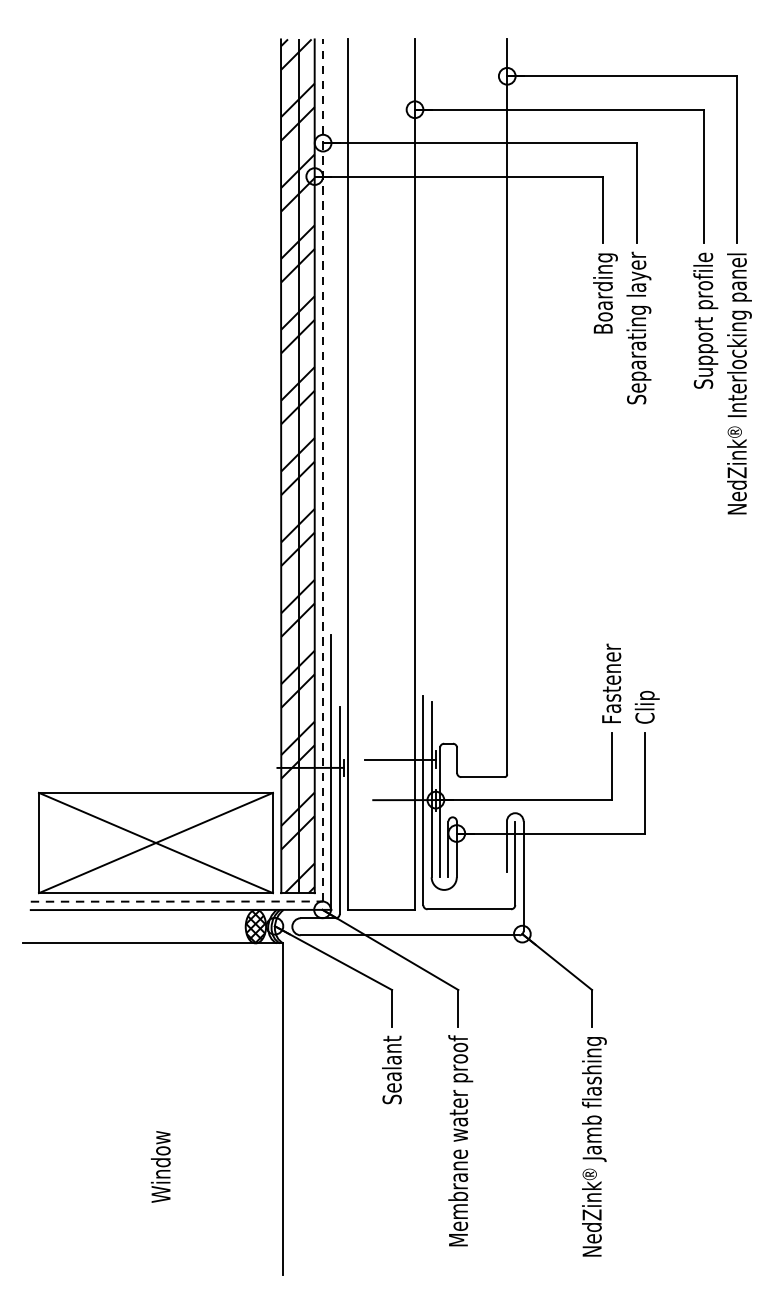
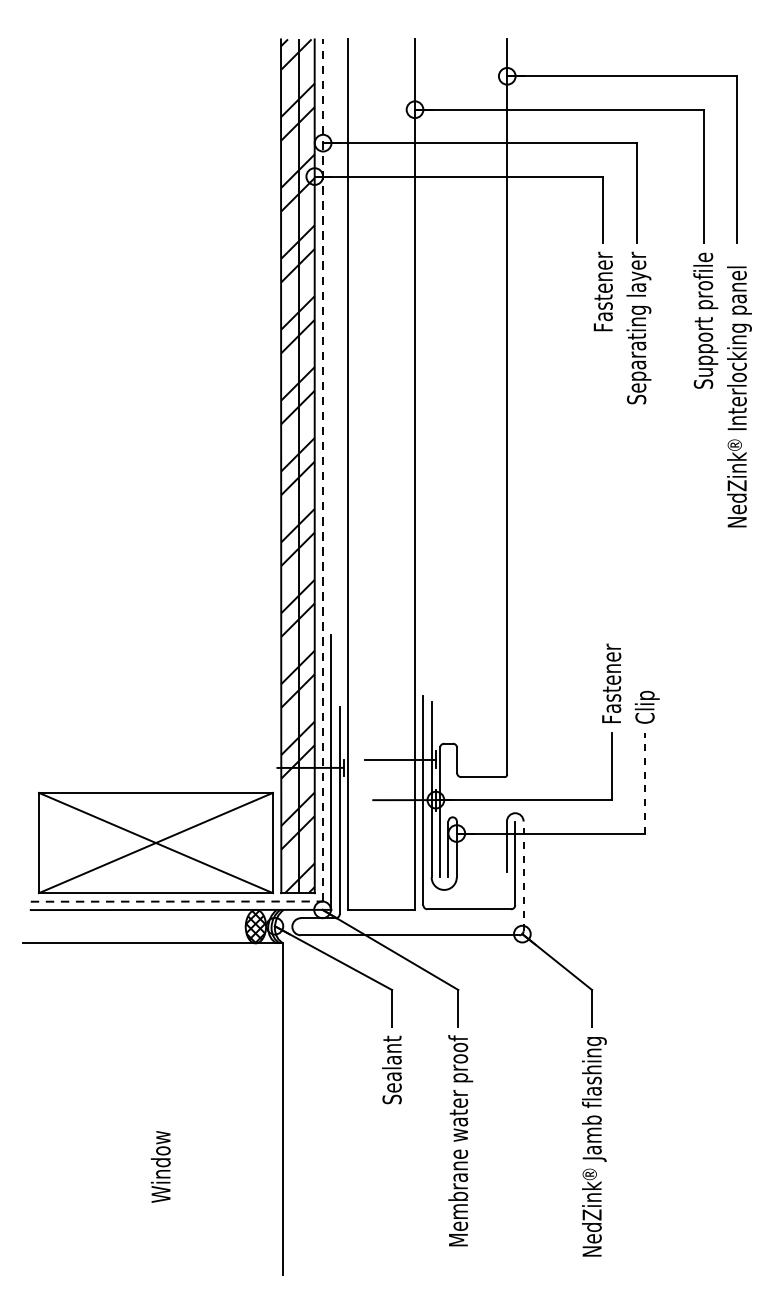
text at (605, 292): Boarding -> Fastener
text at (739, 383) position: (739, 383) -> (739, 396)
line at (645, 782): solid -> dashed
line at (523, 876): solid -> dashed
